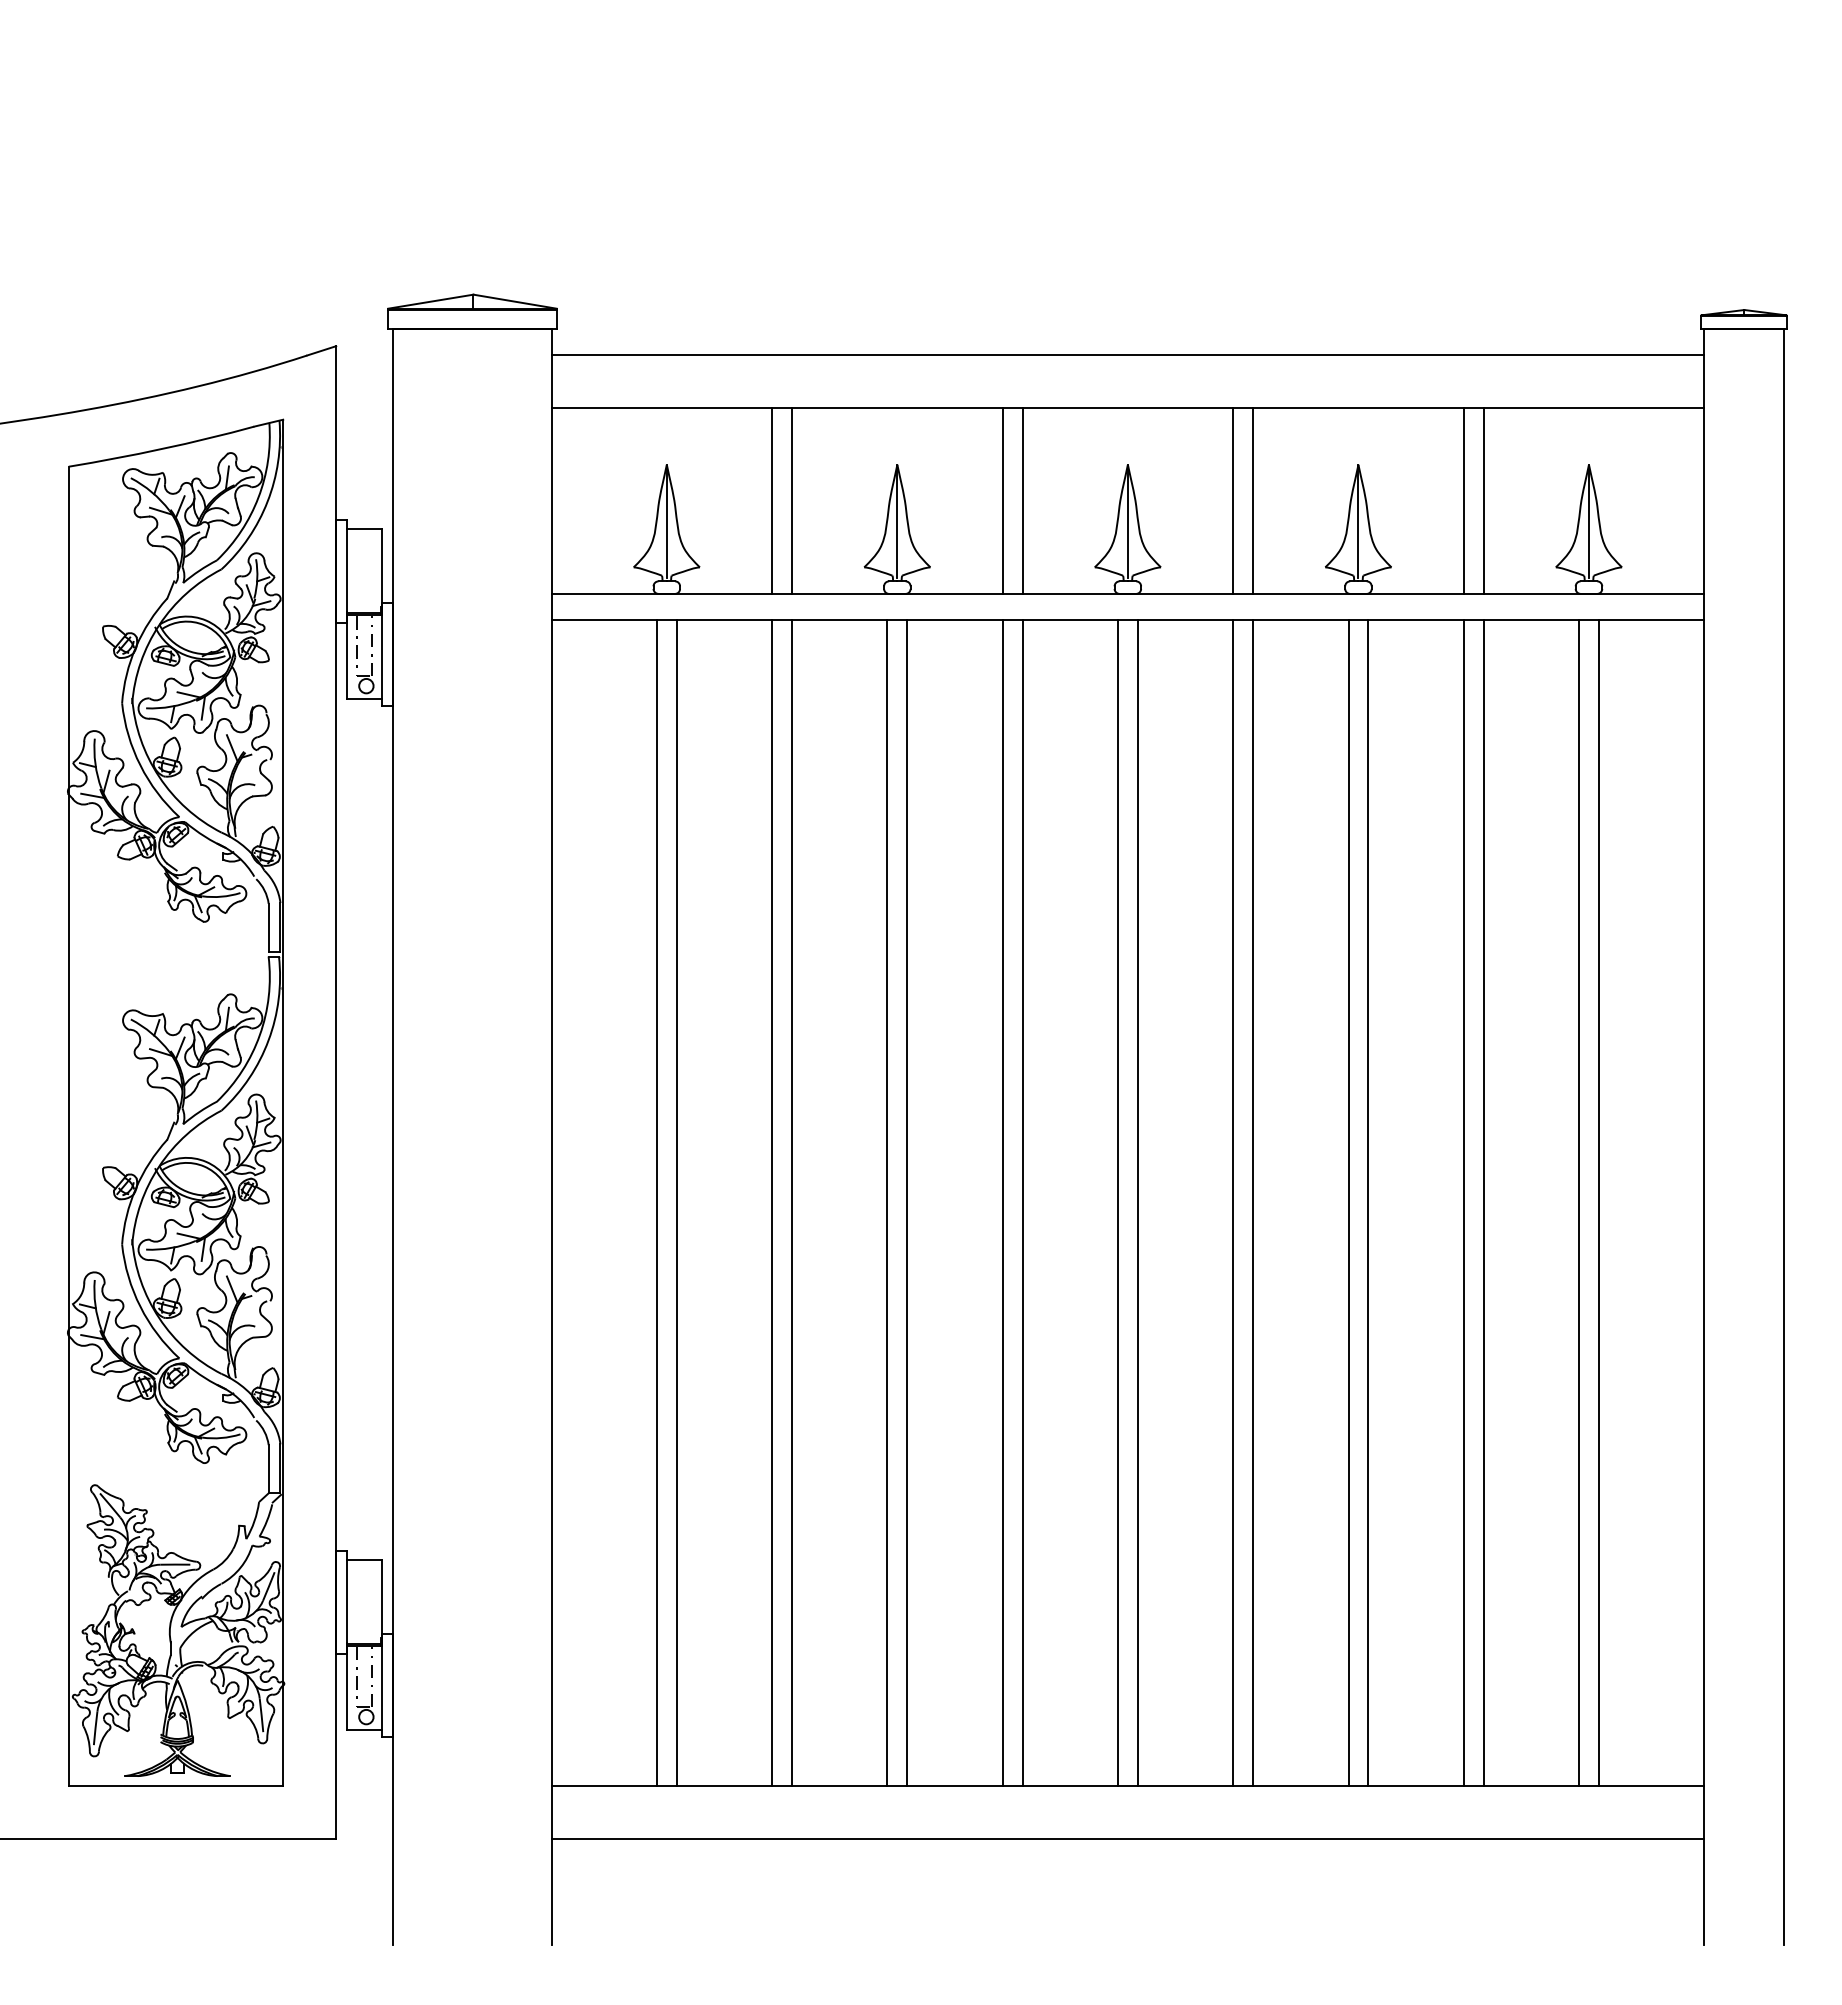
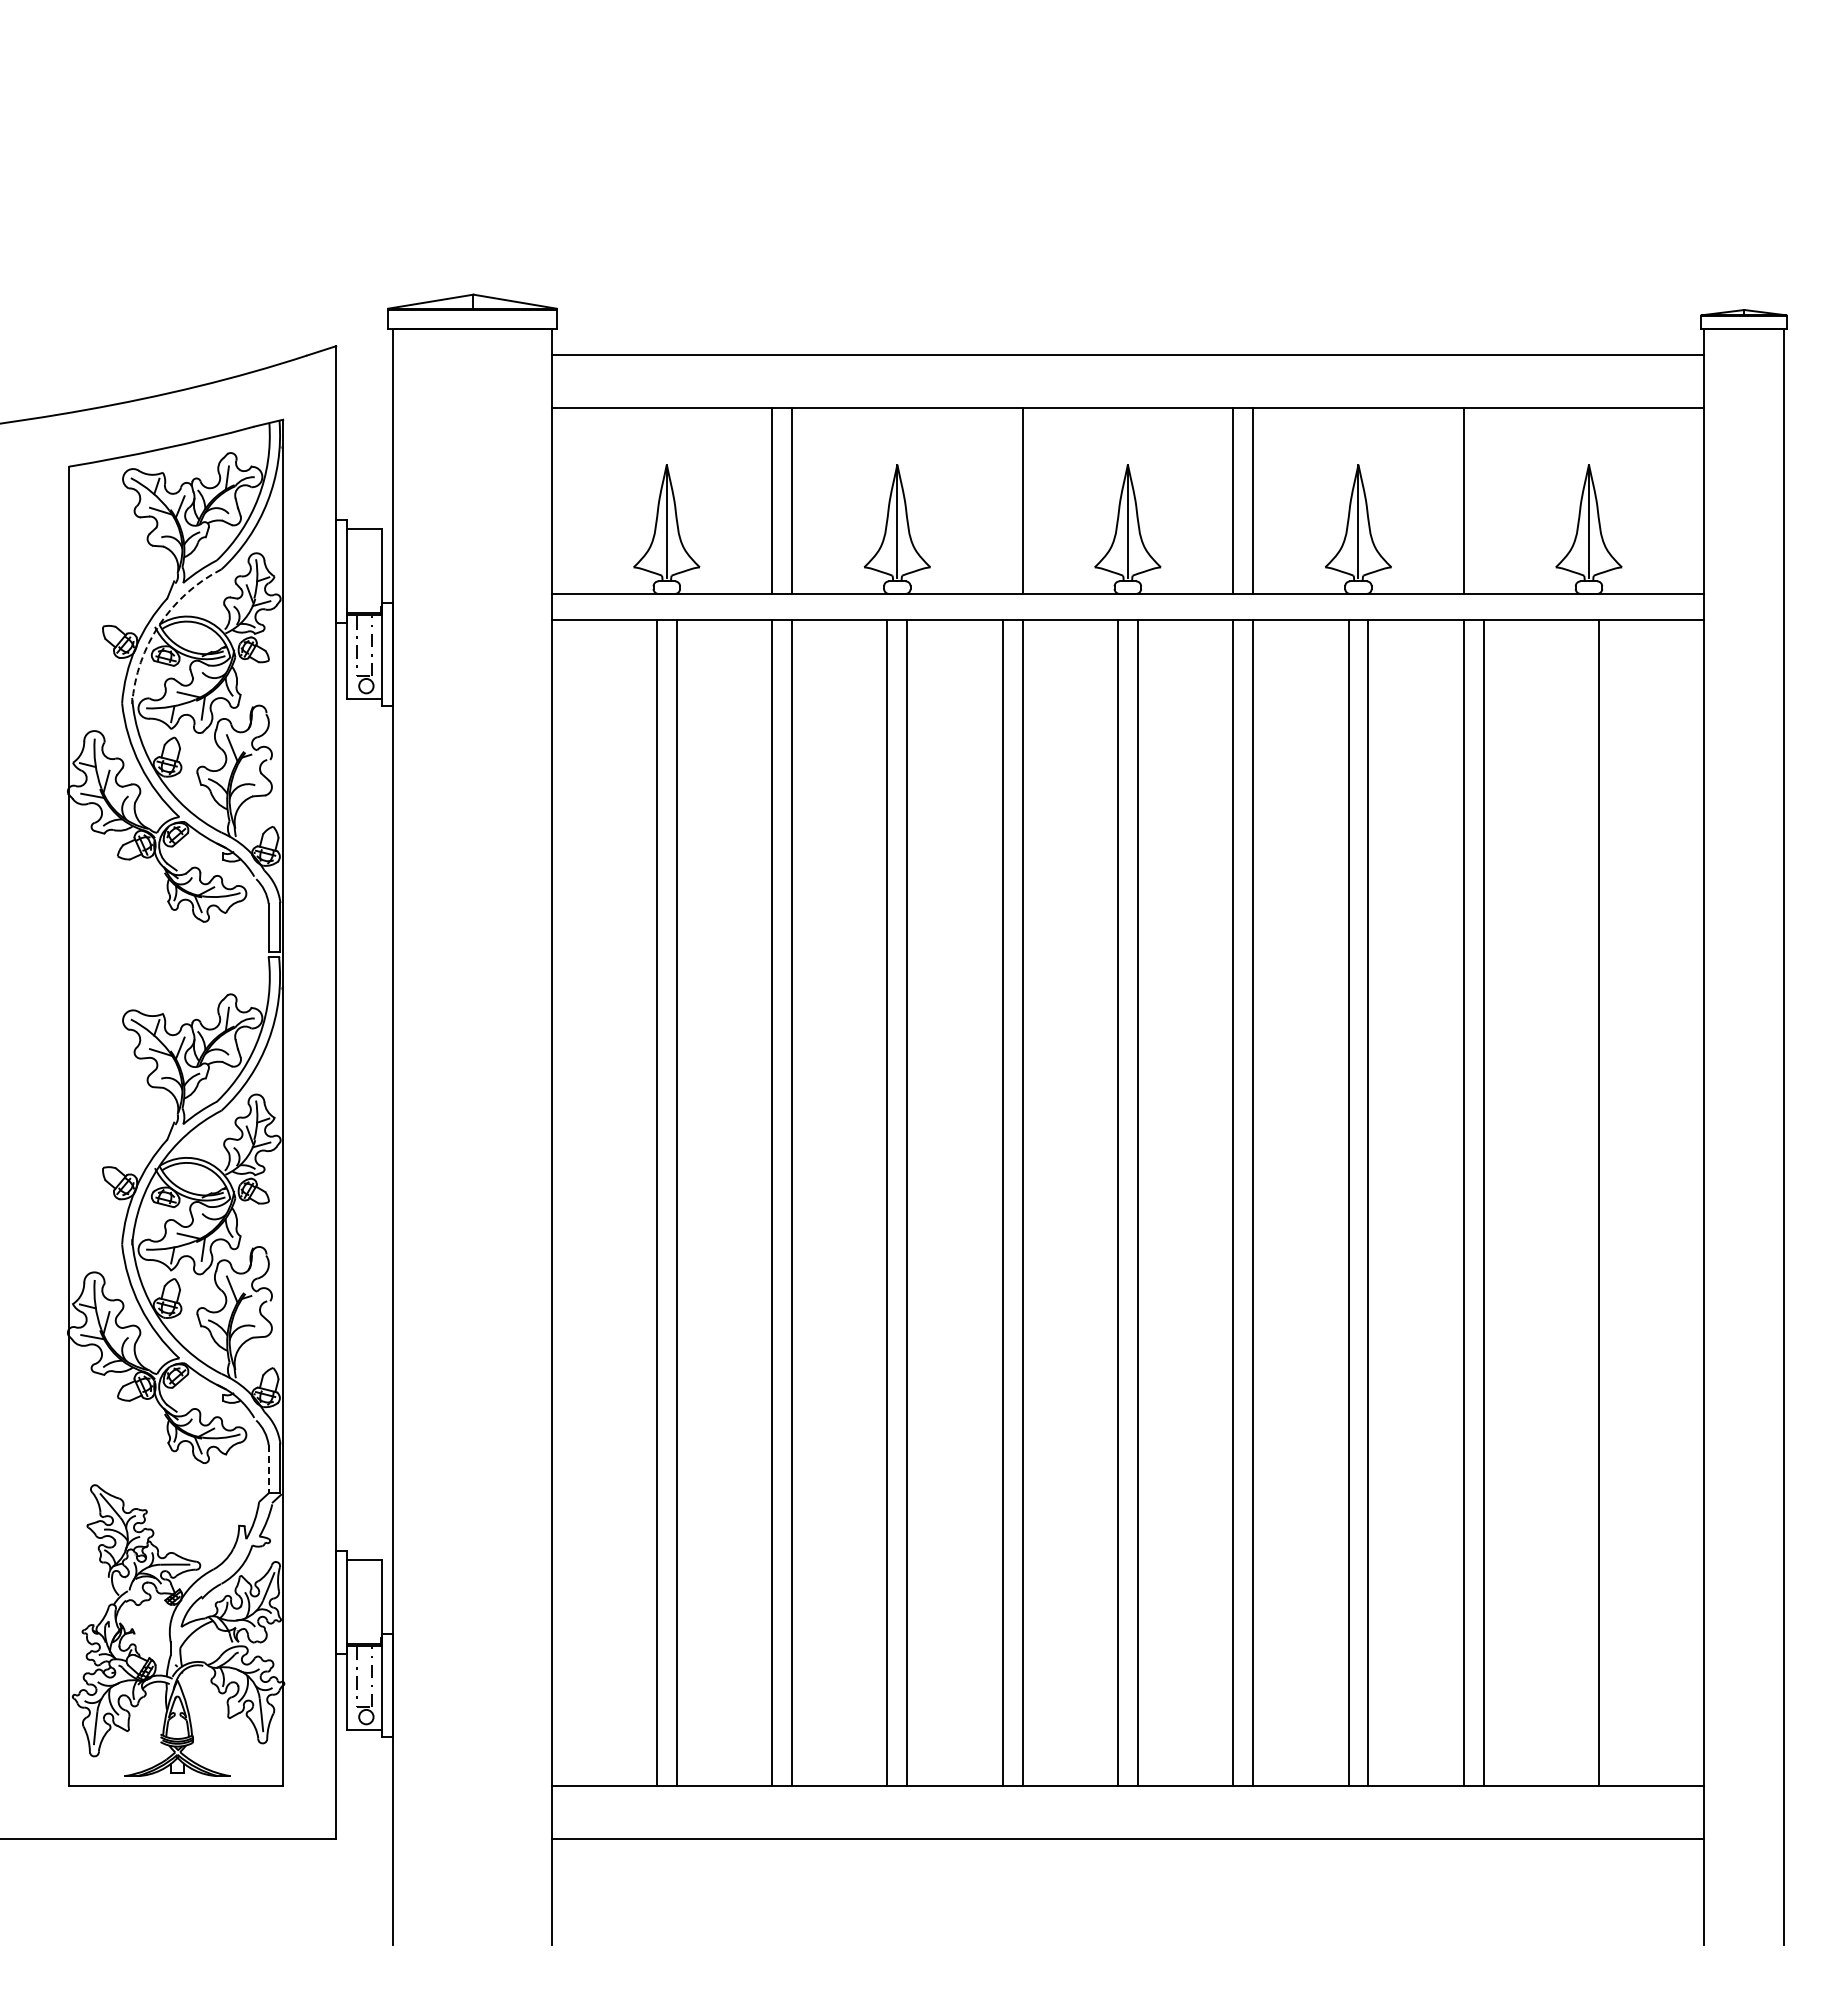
line at (1002, 500): present -> none
line at (1483, 500): present -> none
arc at (159, 625): solid -> dashed
line at (1579, 1202): present -> none
line at (268, 1469): solid -> dashed
